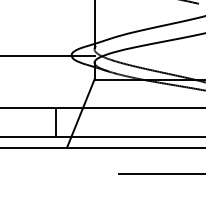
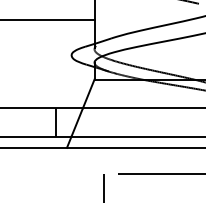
line at (48, 55) position: (48, 55) -> (48, 19)
line at (103, 186): none -> present
